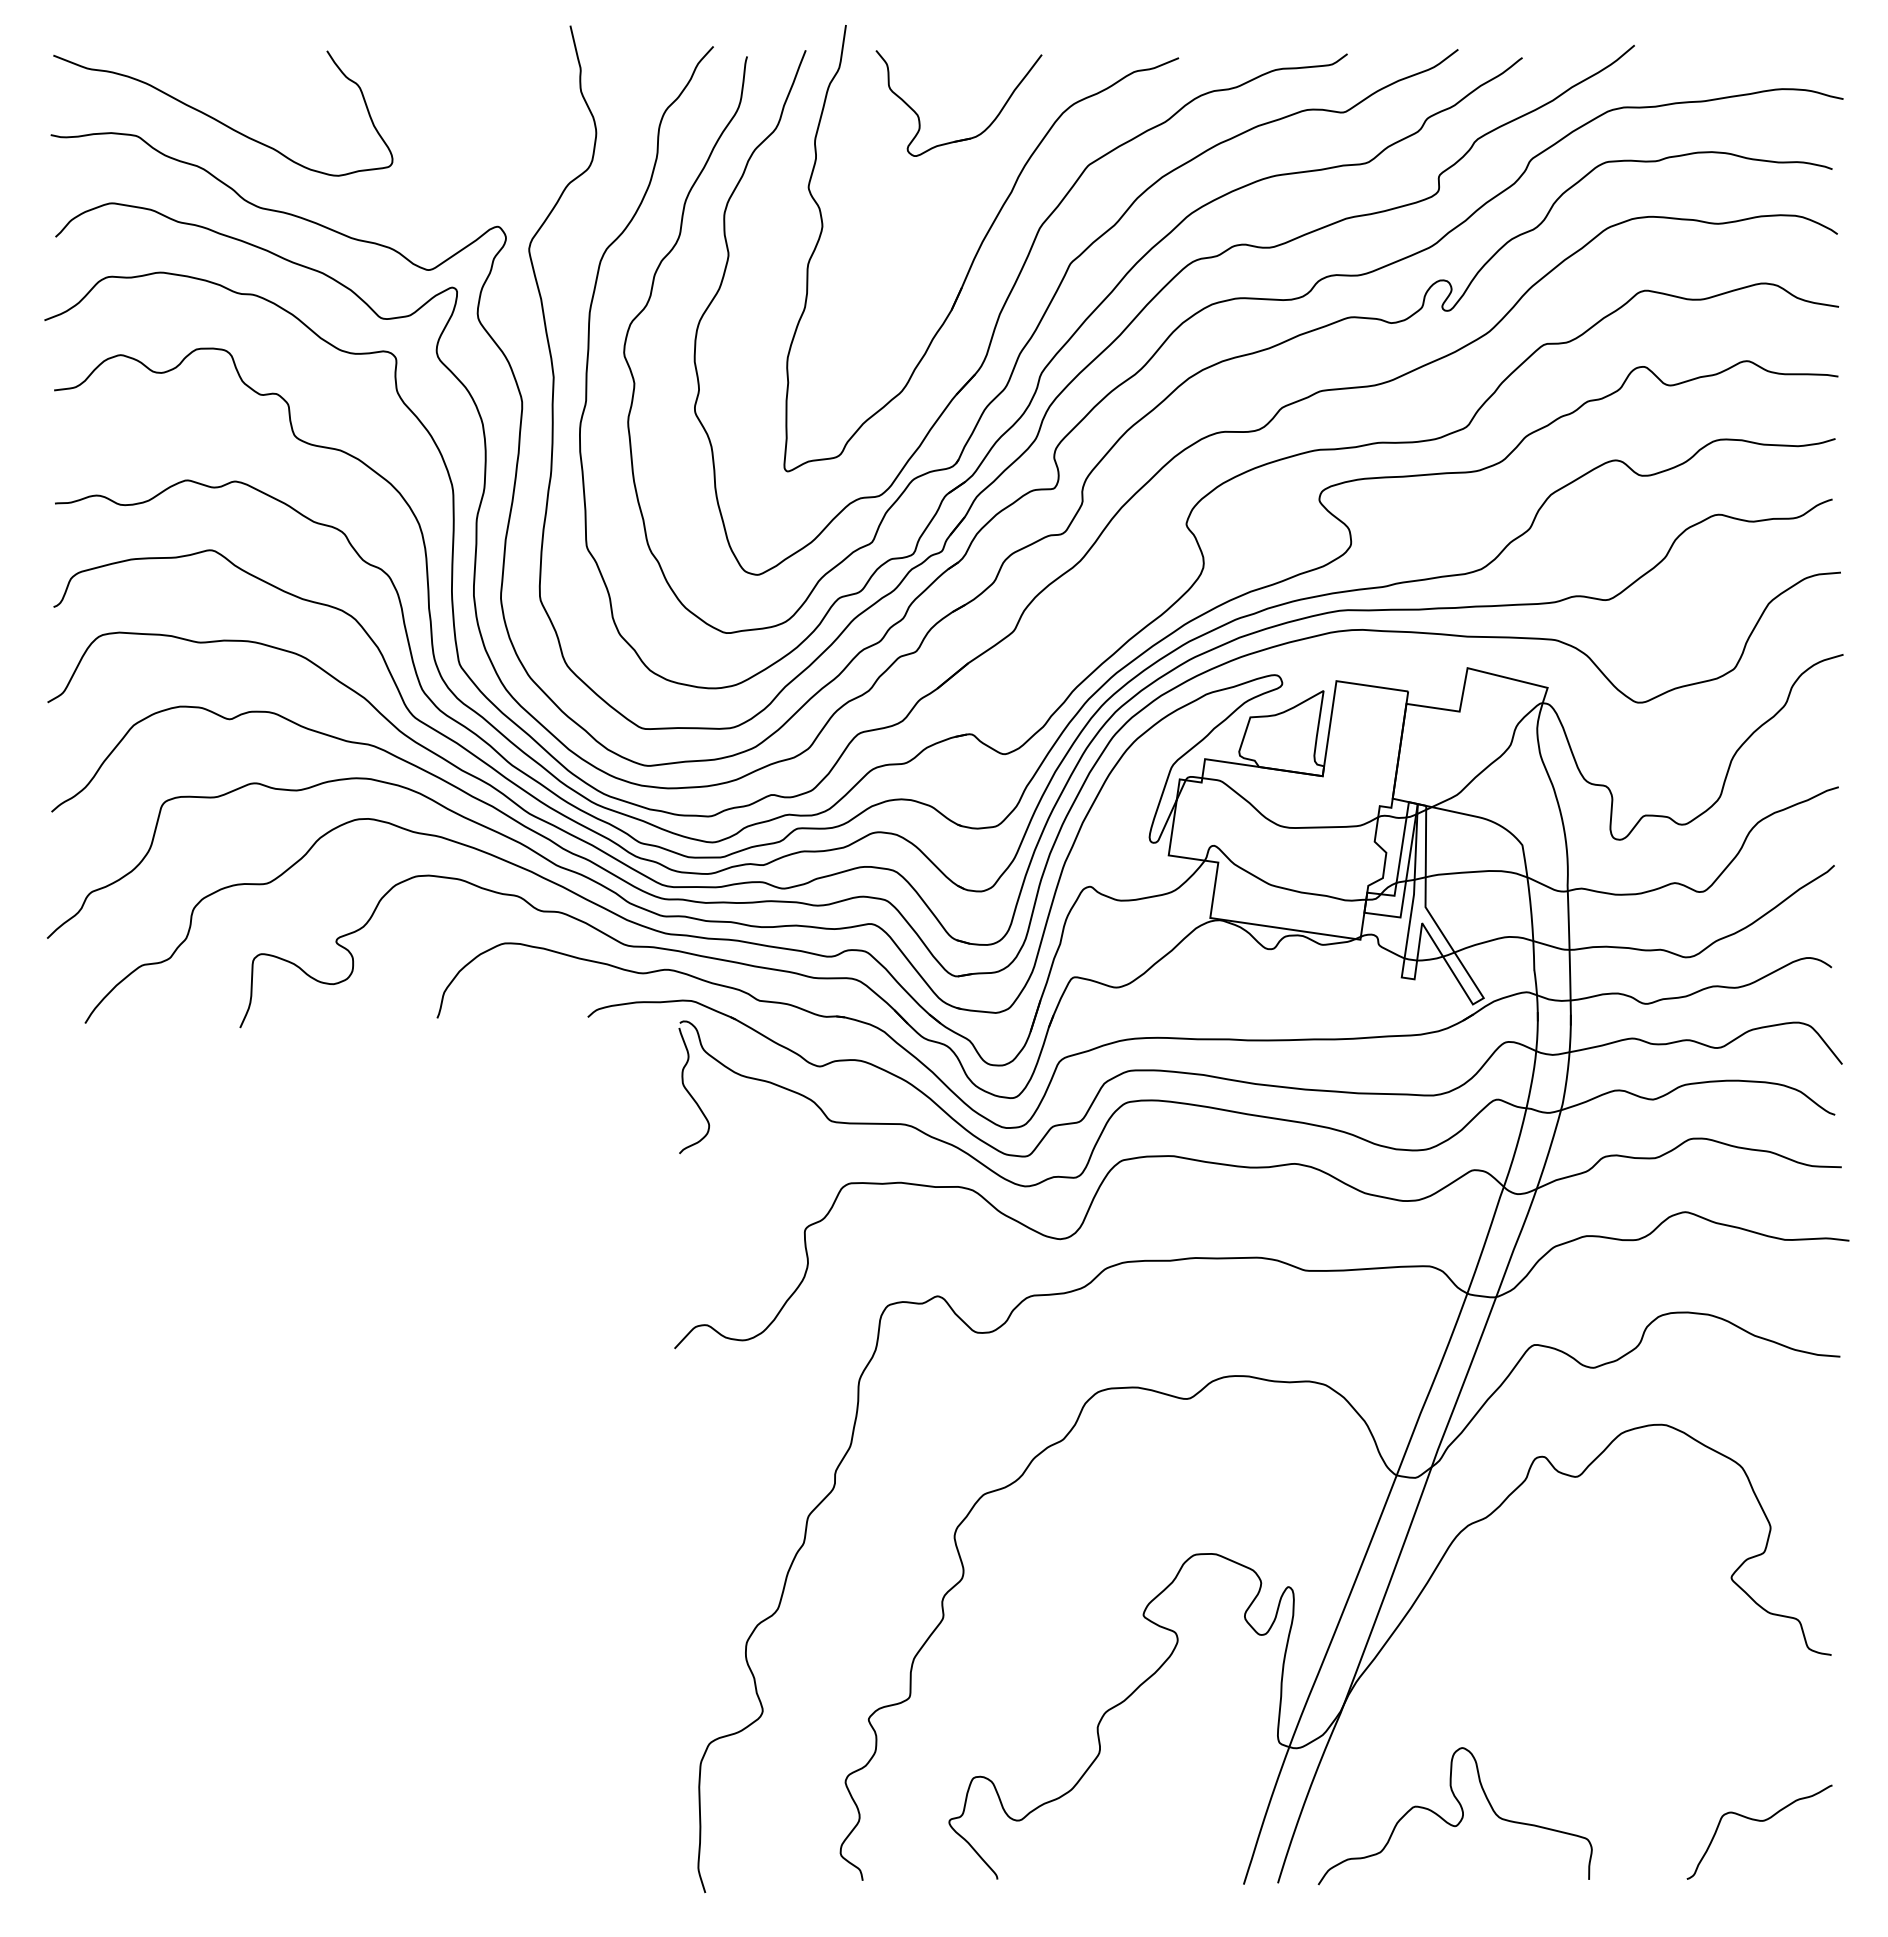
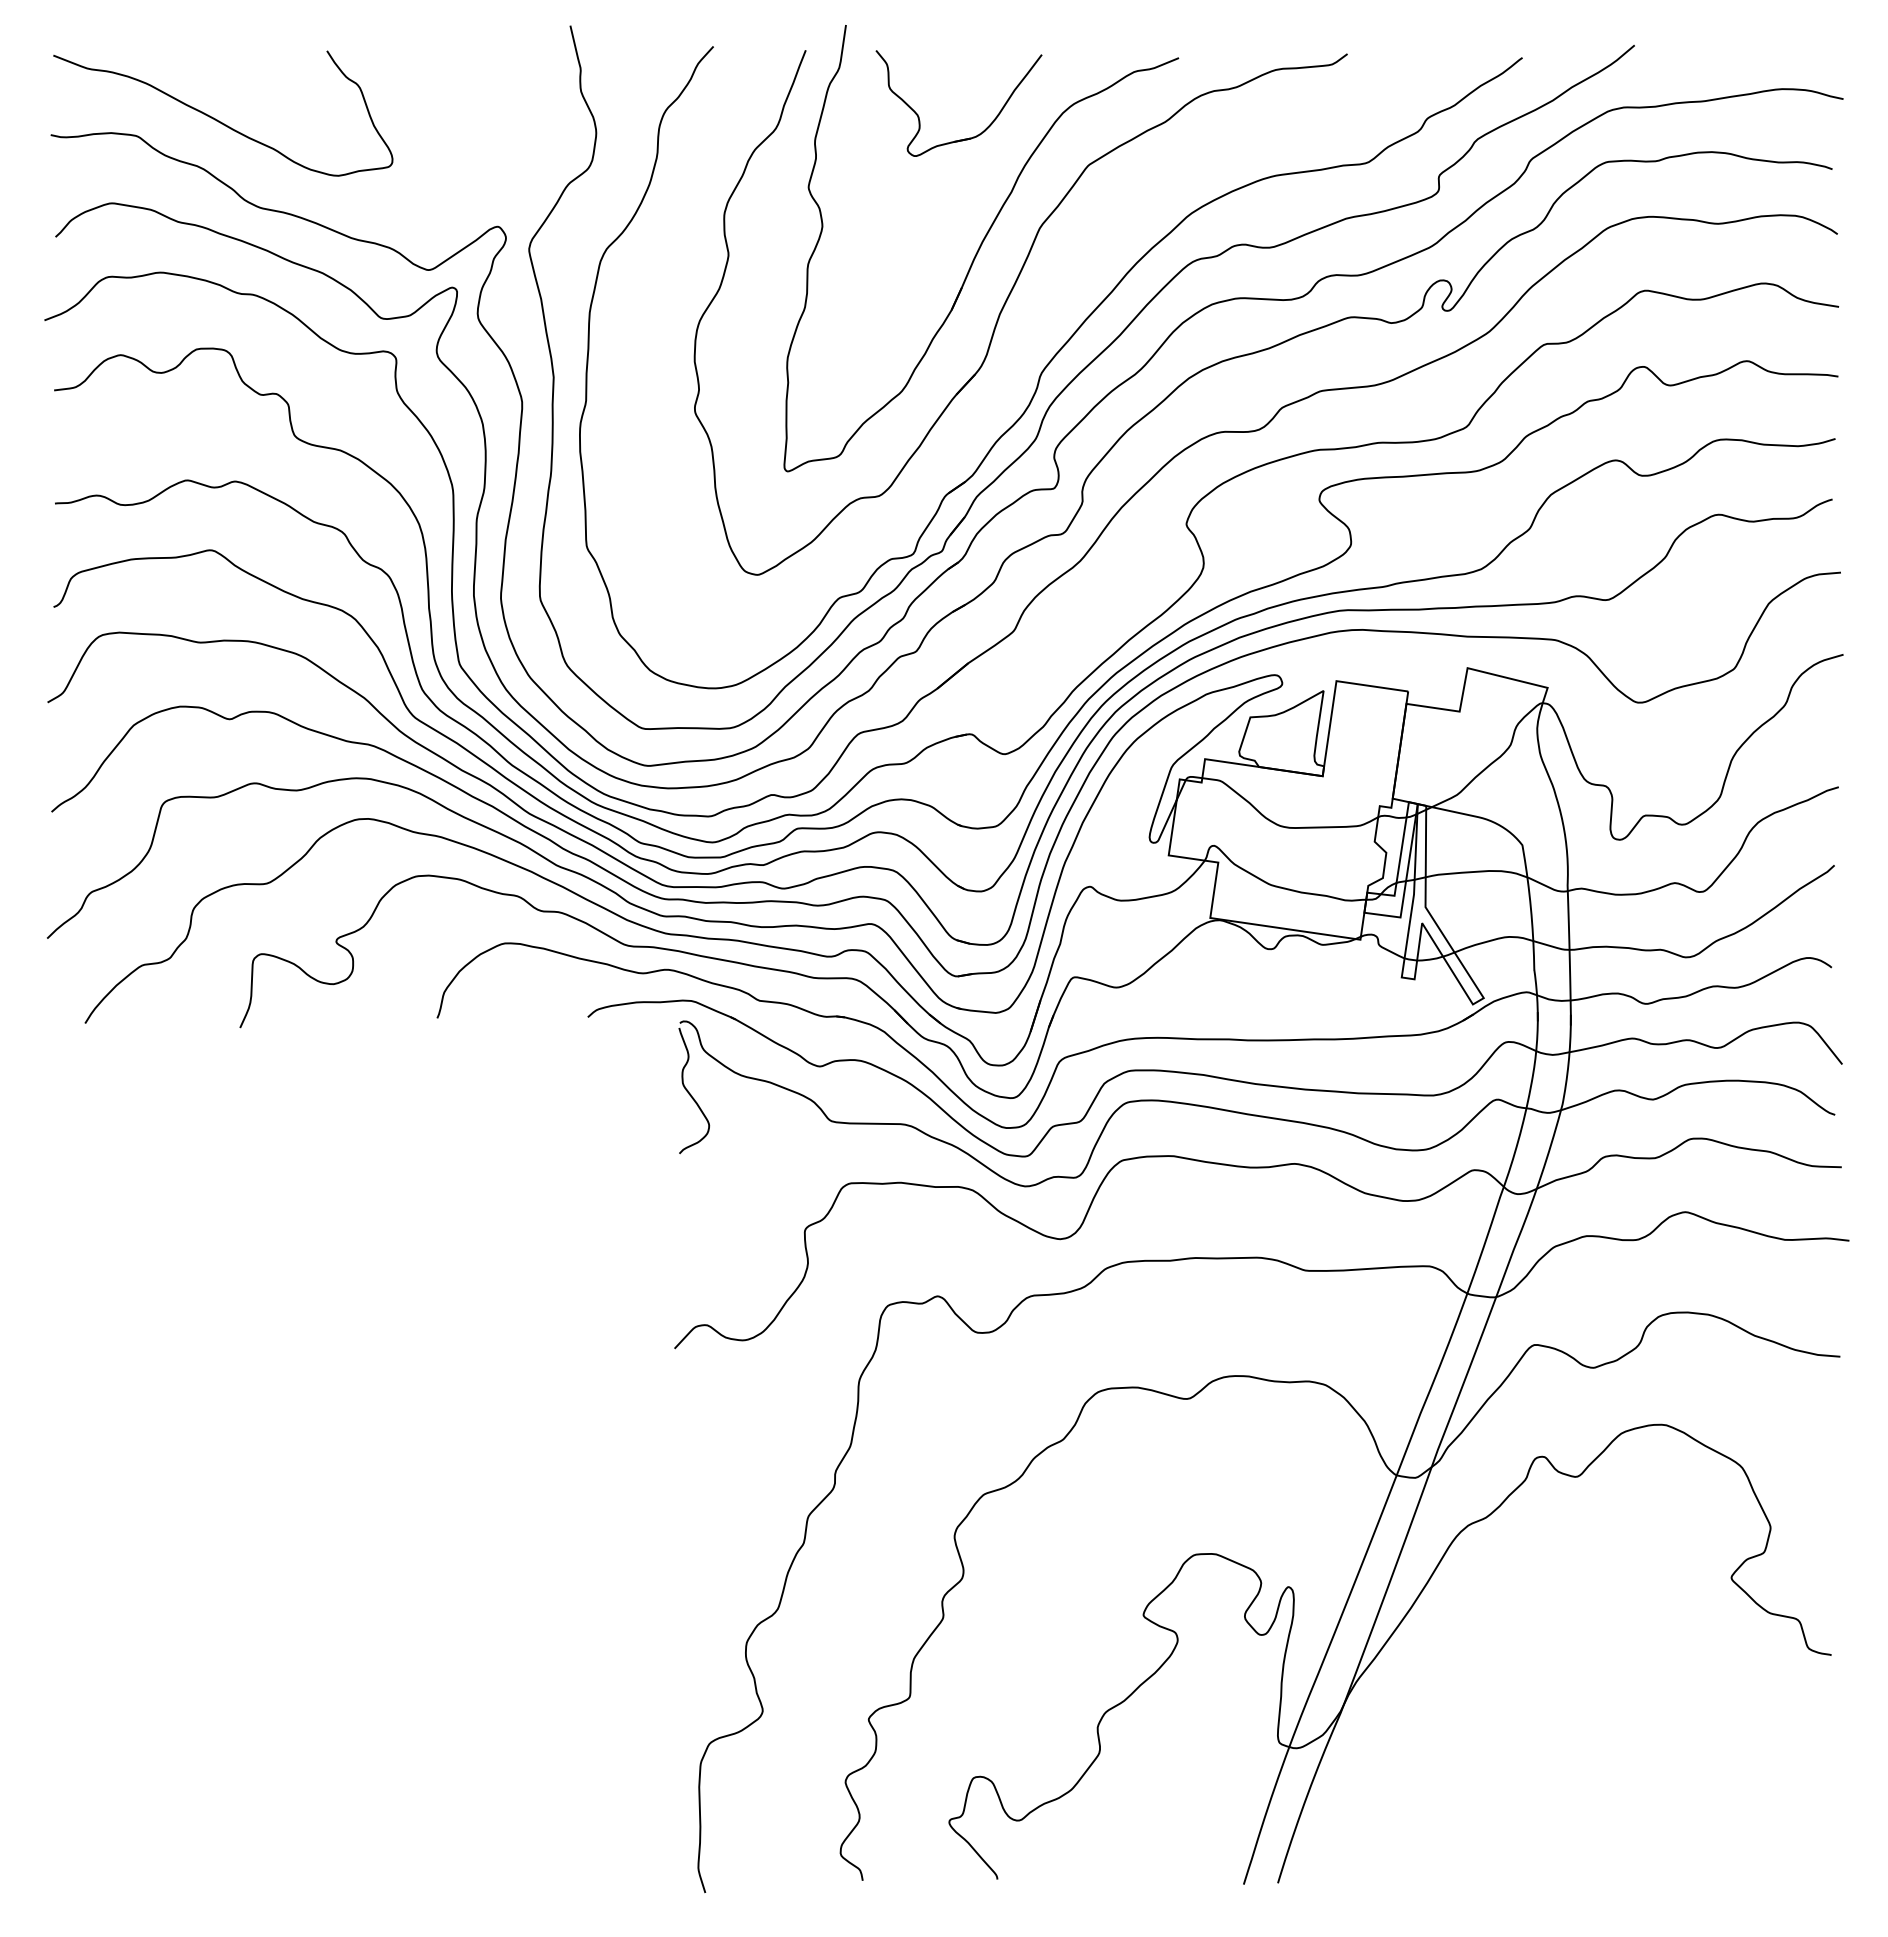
part at (1032, 337): present -> none
curve at (1460, 1819): present -> none
curve at (1759, 1821): present -> none
